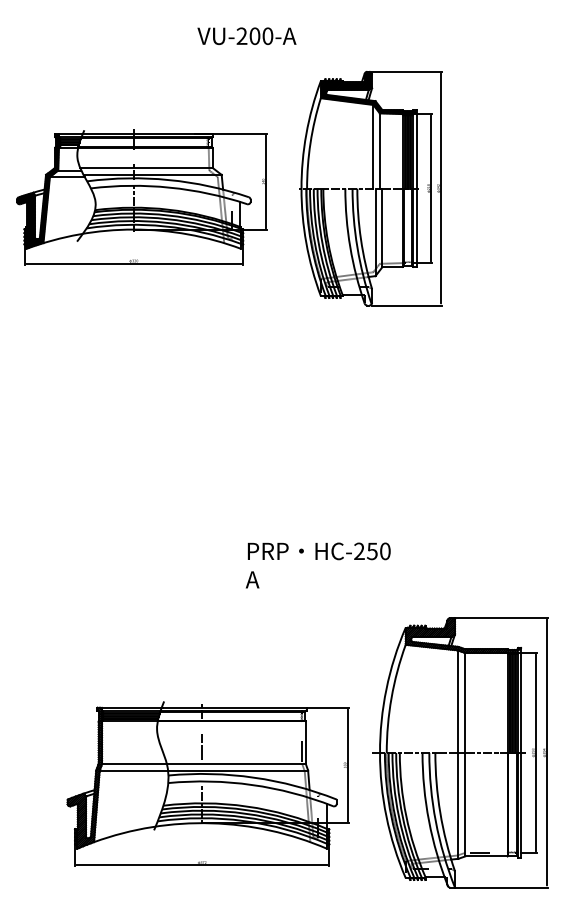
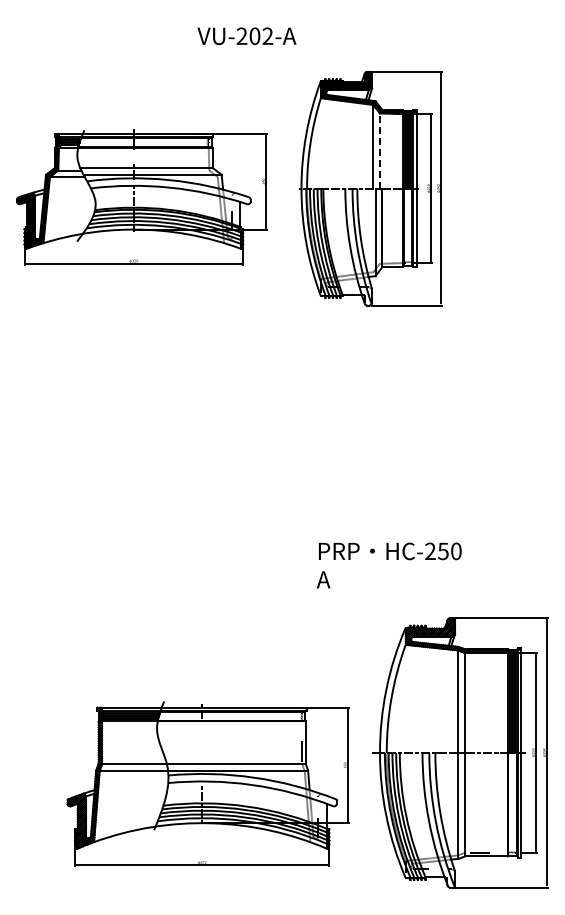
text at (267, 35): VU-200-A -> VU-202-A
line at (379, 151): solid -> dashed
text at (317, 565) position: (317, 565) -> (388, 565)
line at (202, 747): present -> none
